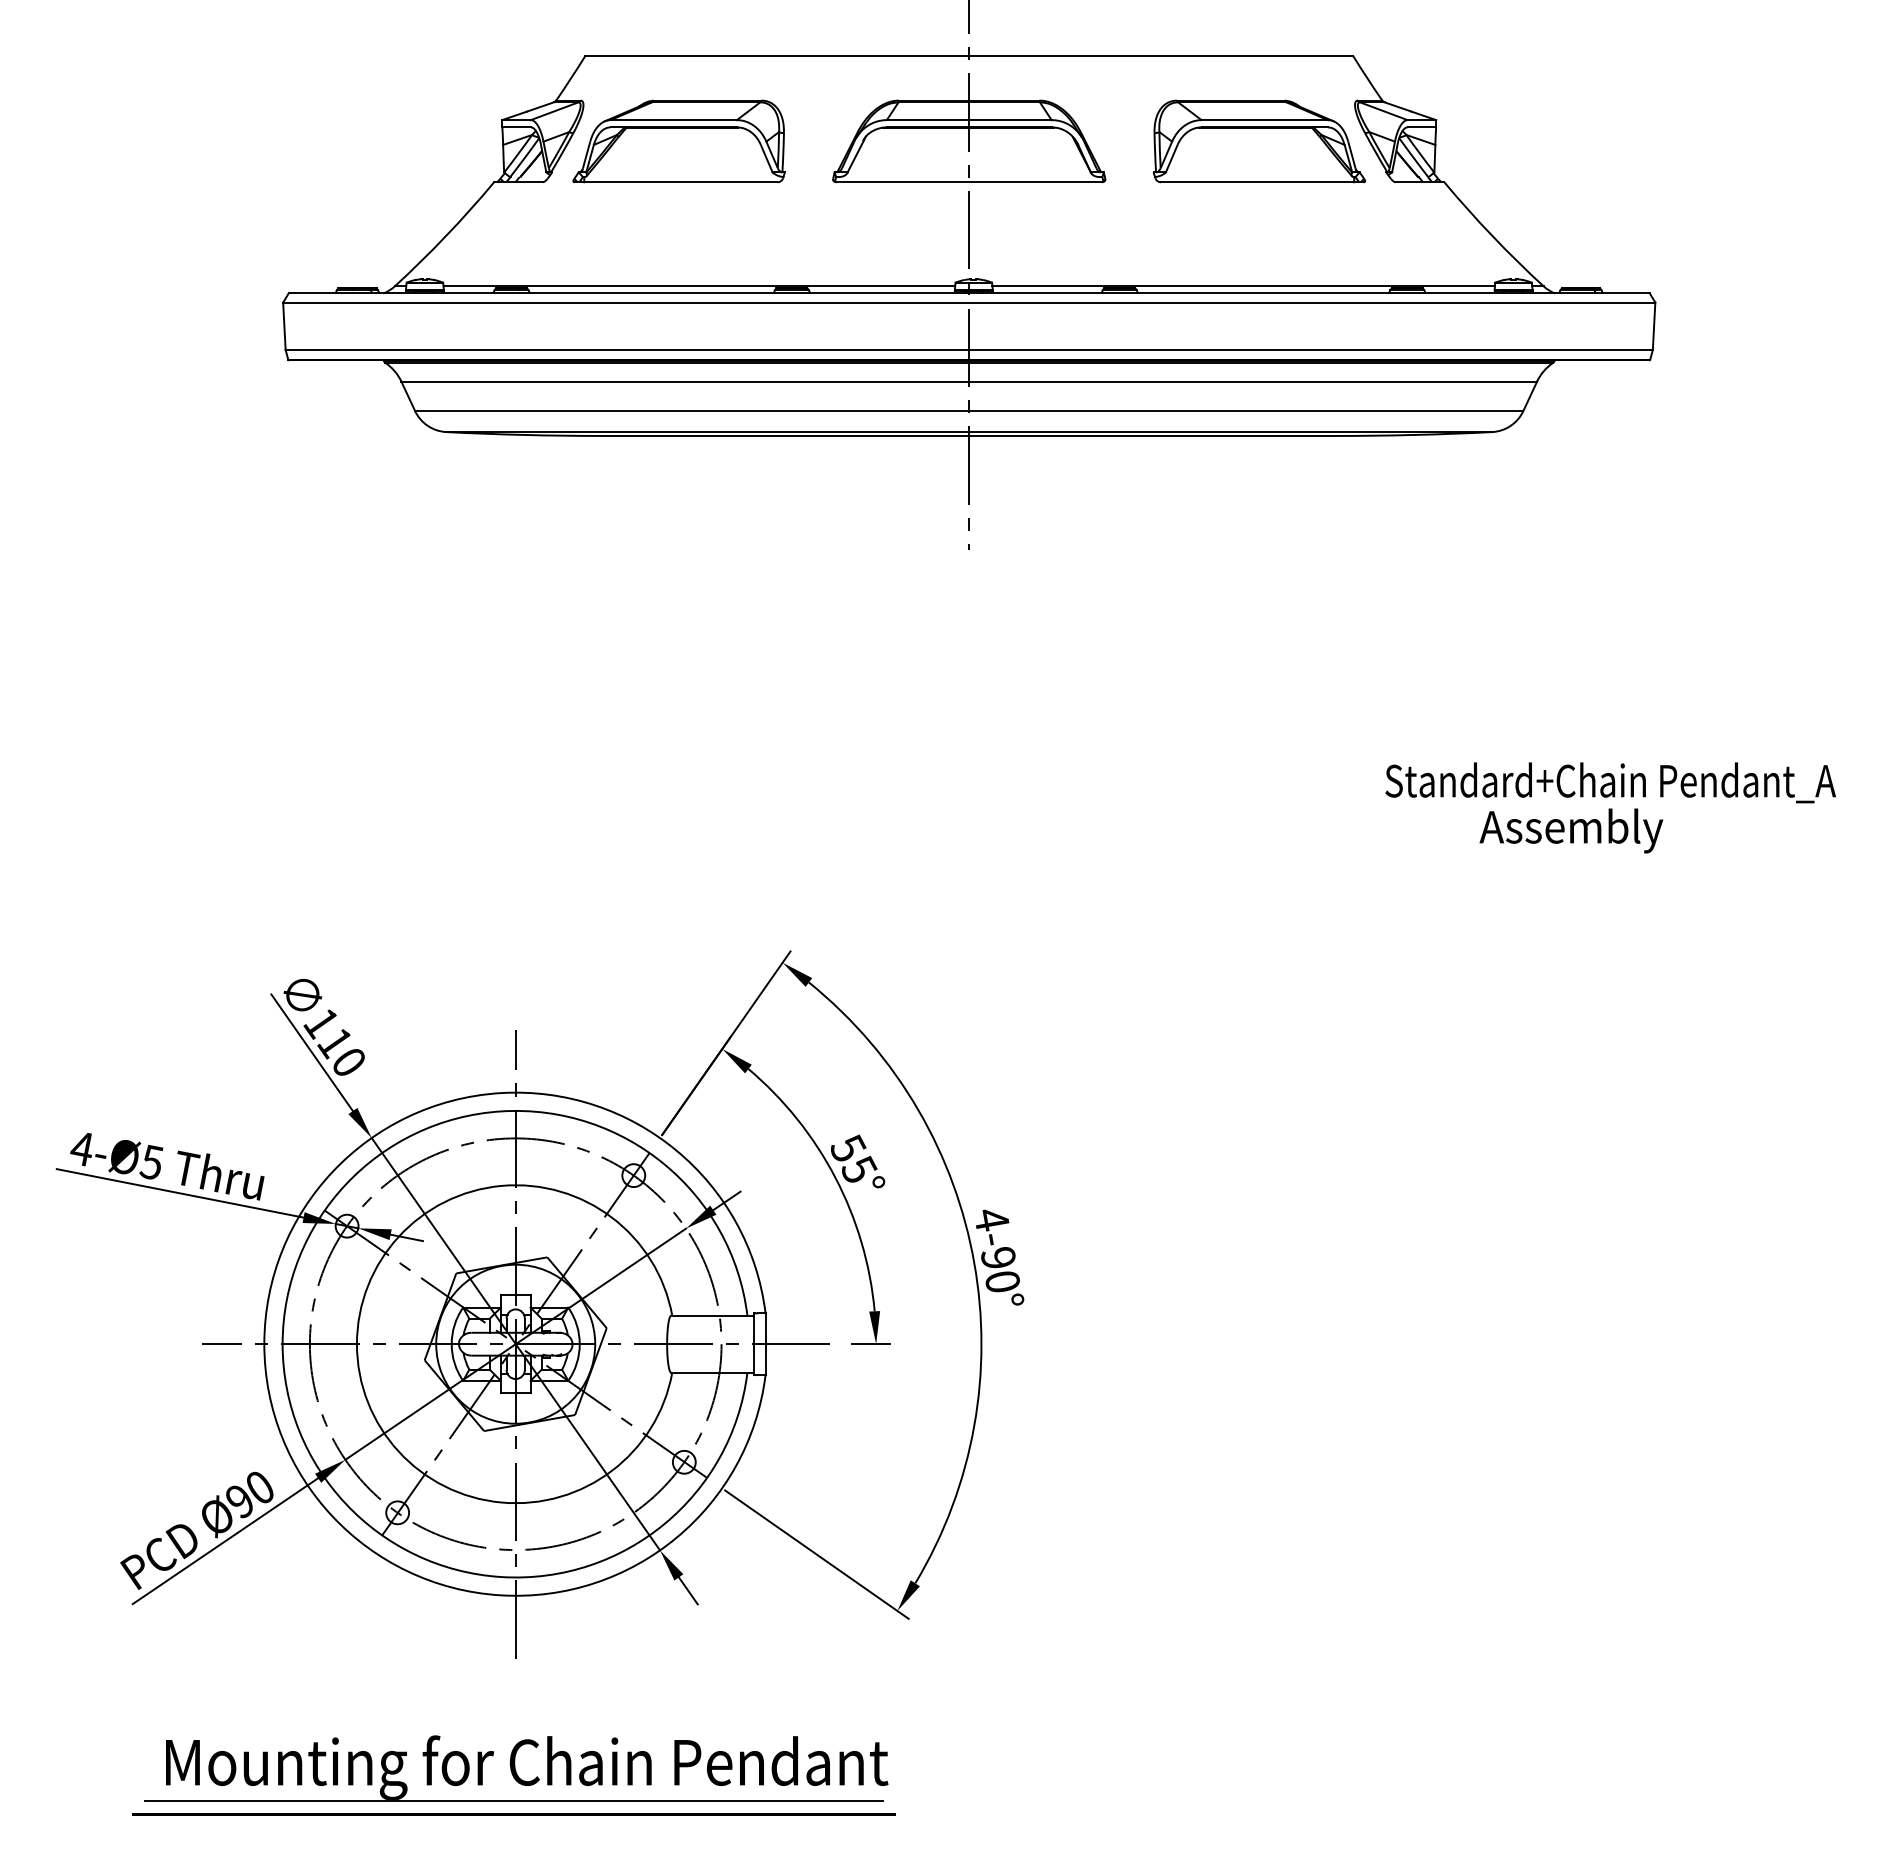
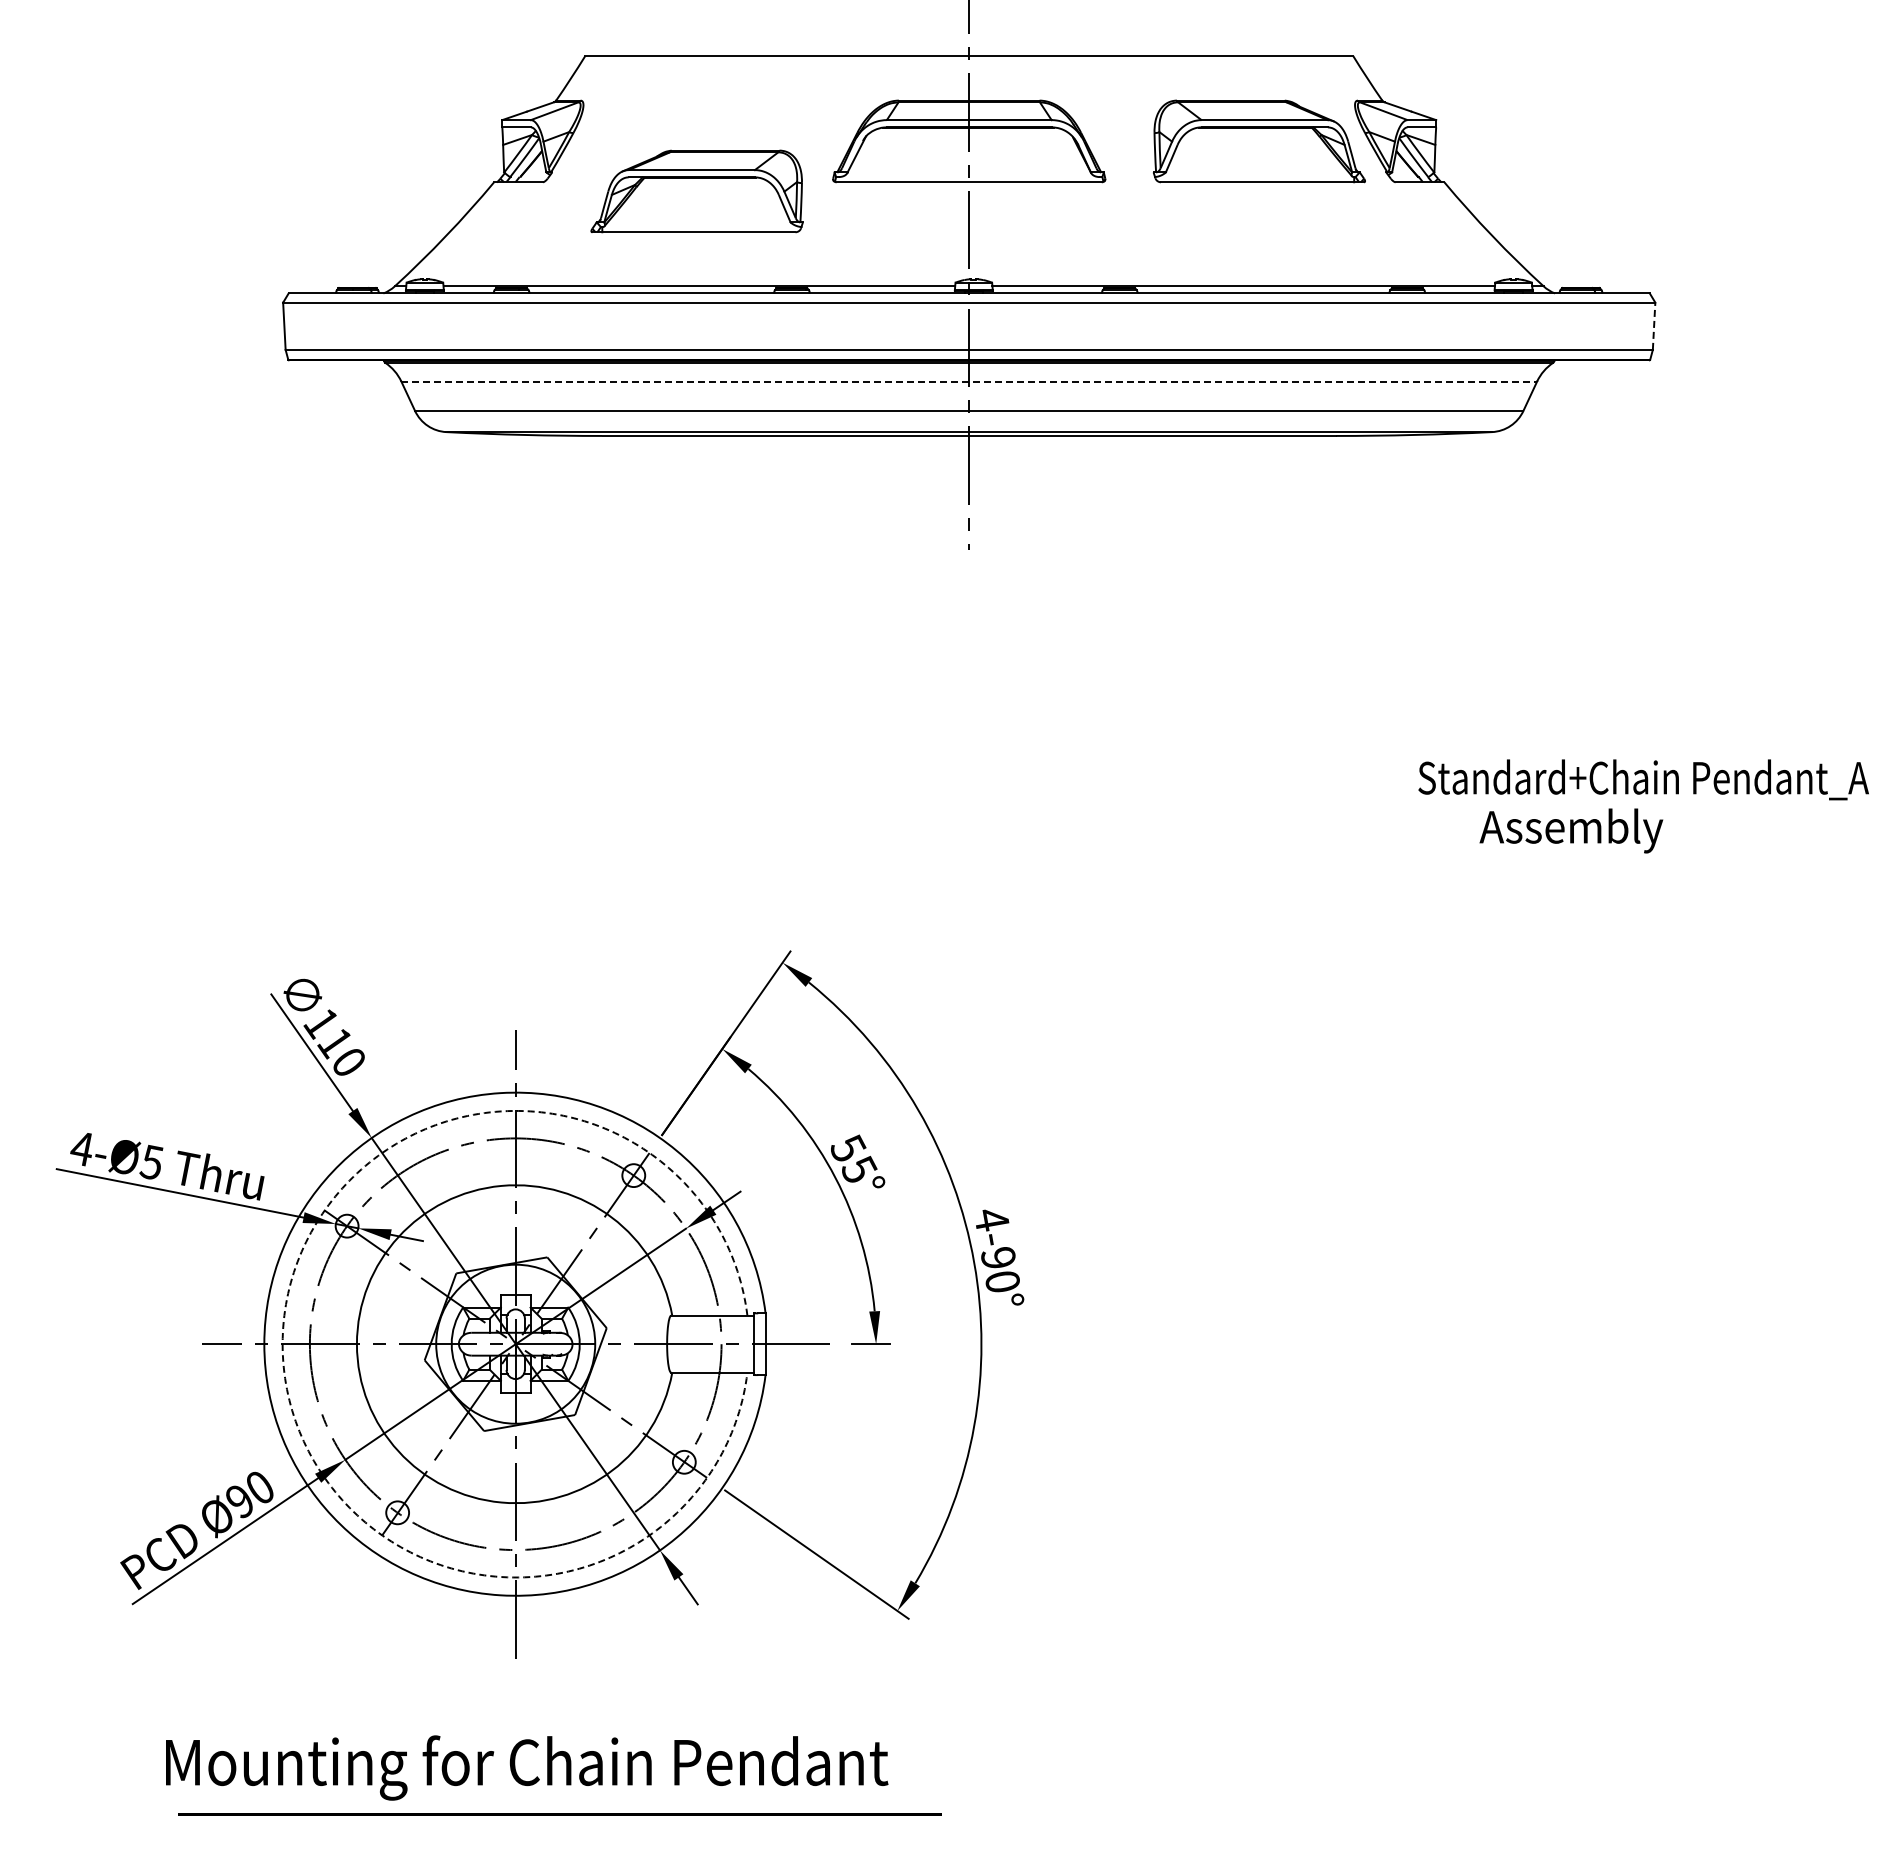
part at (678, 141) position: (678, 141) -> (696, 191)
line at (1654, 326): solid -> dashed
line at (969, 381): solid -> dashed
text at (1610, 782) position: (1610, 782) -> (1643, 779)
arc at (282, 1344): solid -> dashed
line at (514, 1800): present -> none
line at (513, 1814) position: (513, 1814) -> (559, 1814)
